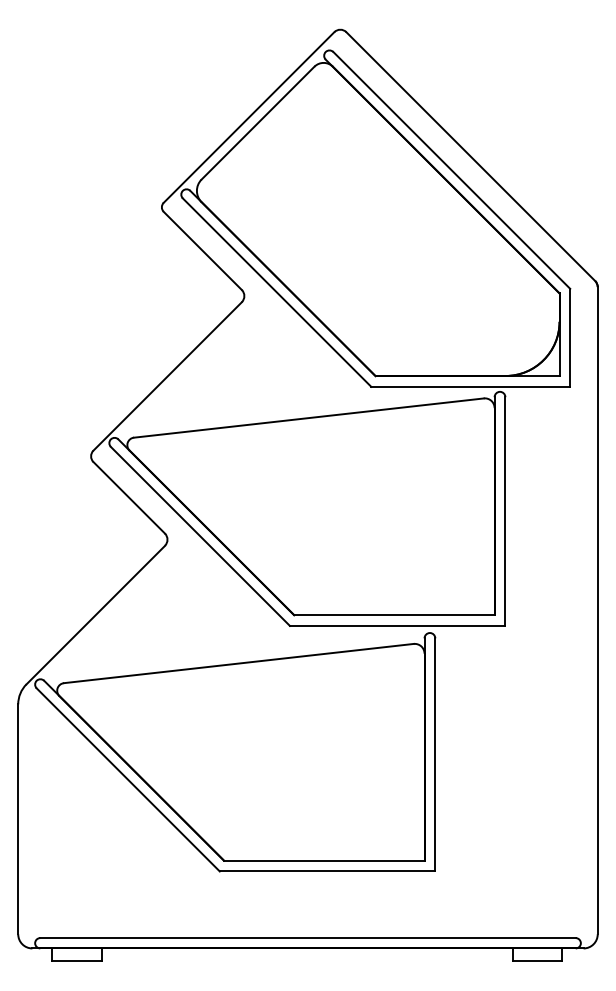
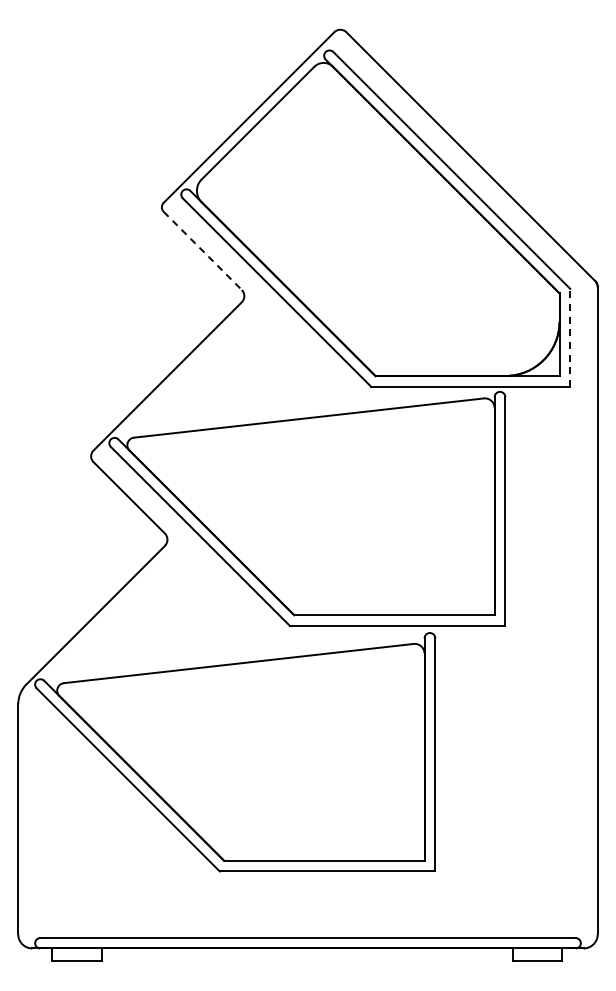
line at (203, 251): solid -> dashed
line at (570, 337): solid -> dashed
